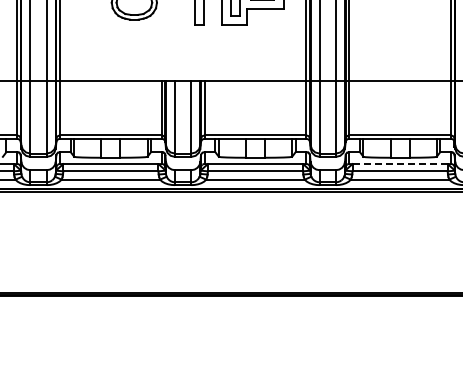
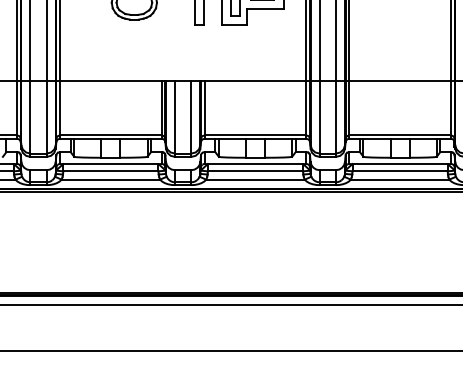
line at (400, 164): dashed -> solid
line at (230, 305): none -> present
line at (230, 350): none -> present
